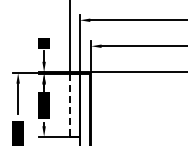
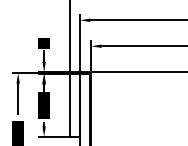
line at (70, 105): dashed -> solid
